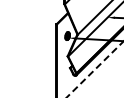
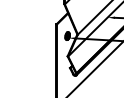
line at (95, 69): dashed -> solid
